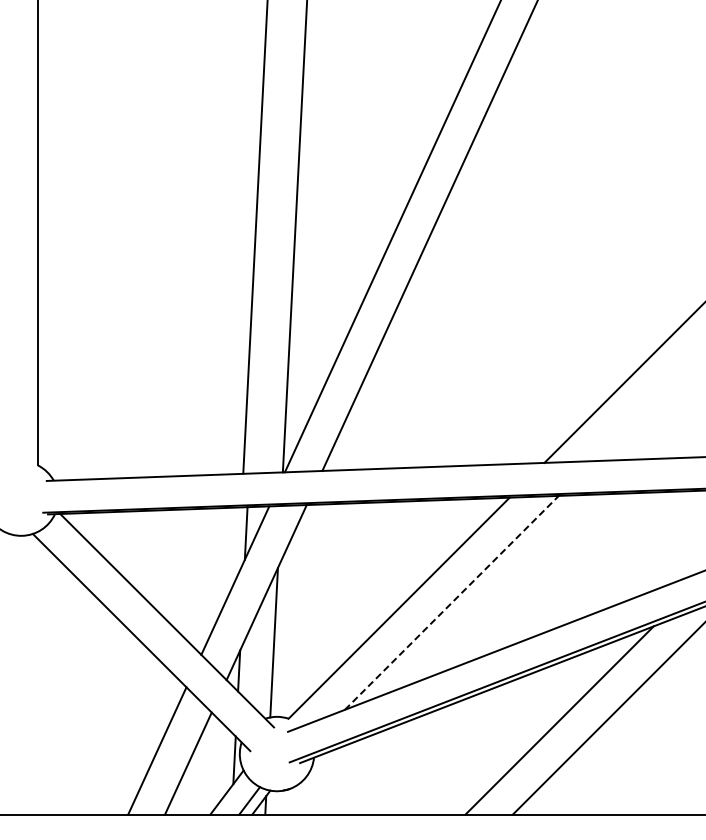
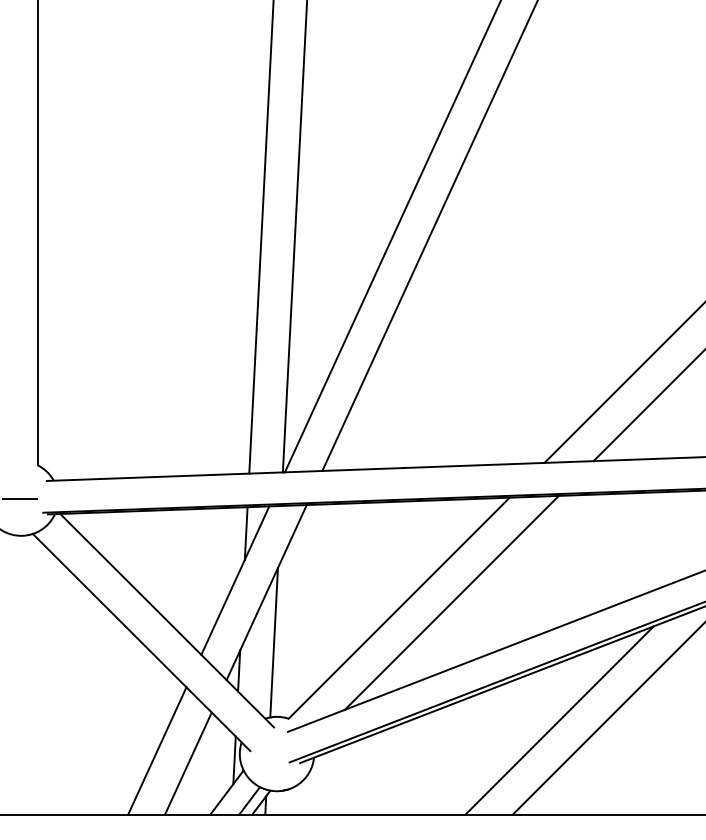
line at (255, 237) position: (255, 237) -> (261, 237)
line at (647, 406): none -> present
line at (19, 498): none -> present
line at (452, 602): dashed -> solid
